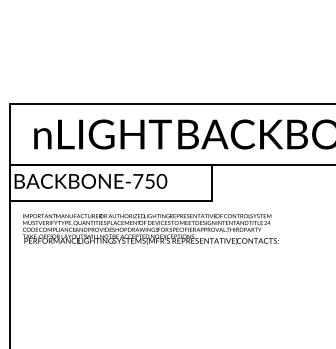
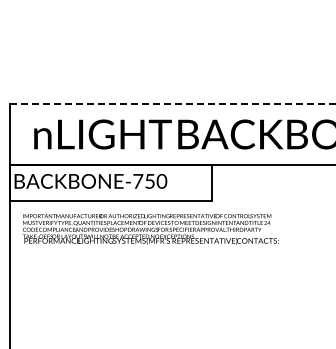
line at (173, 104): solid -> dashed
